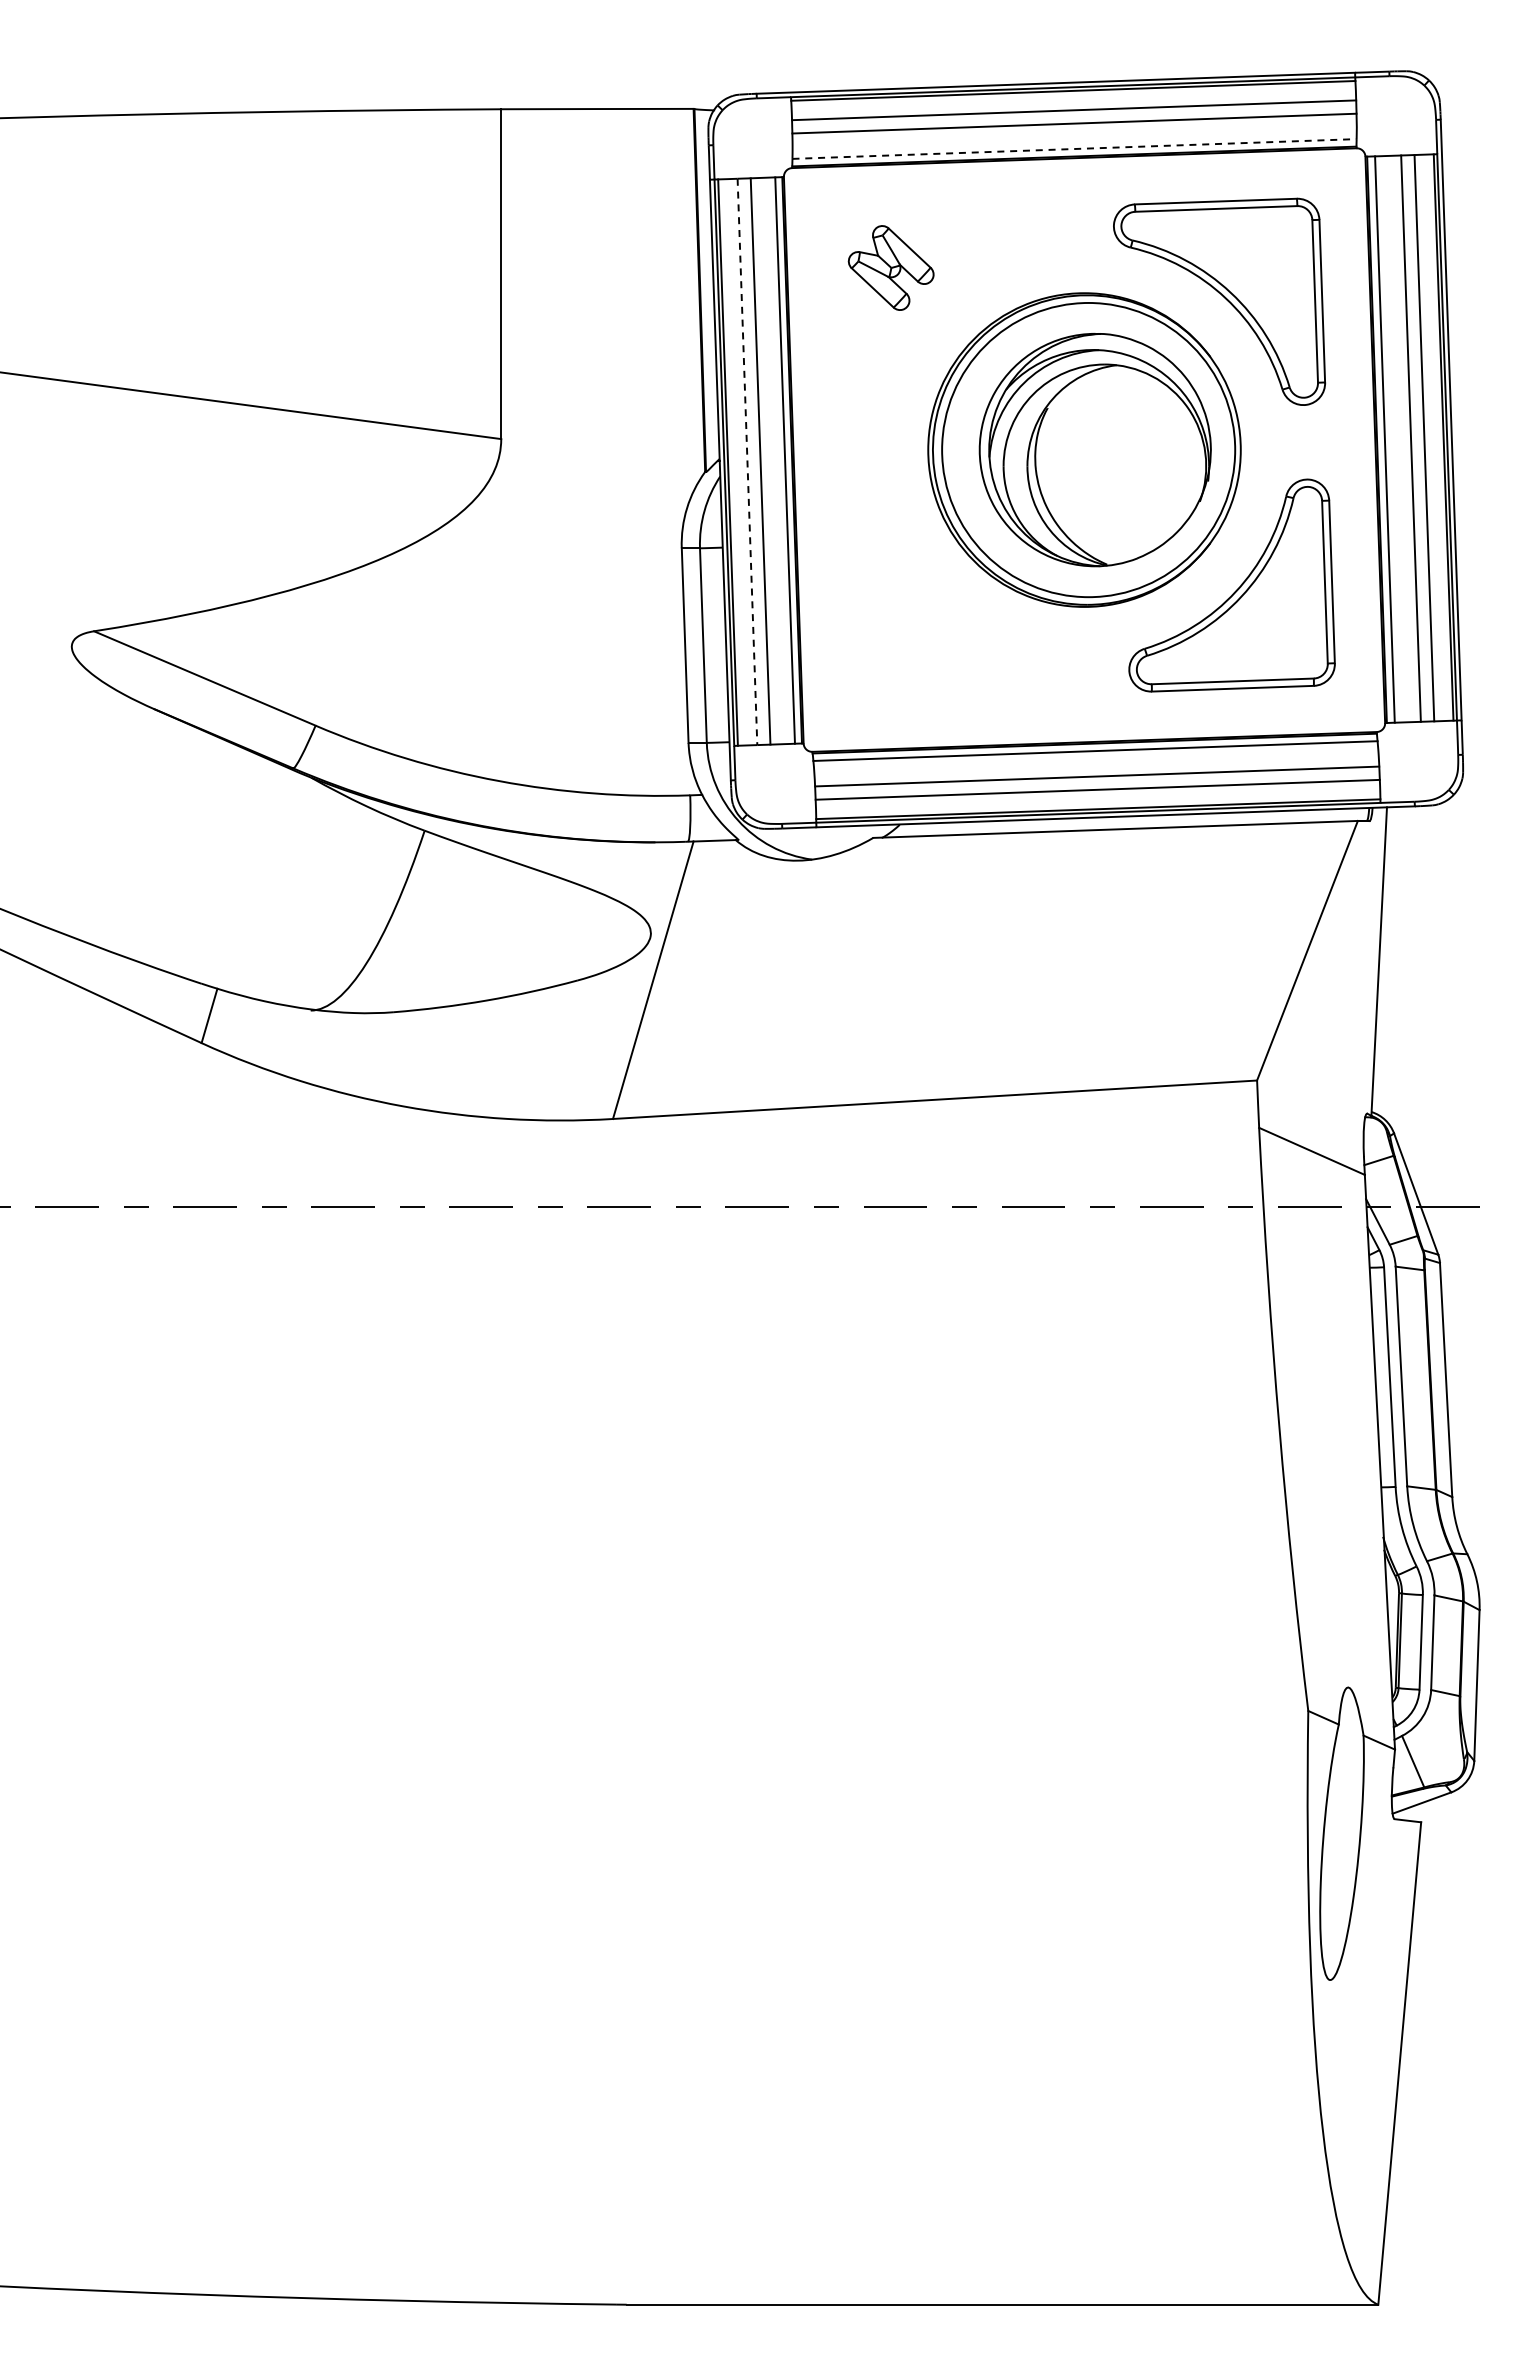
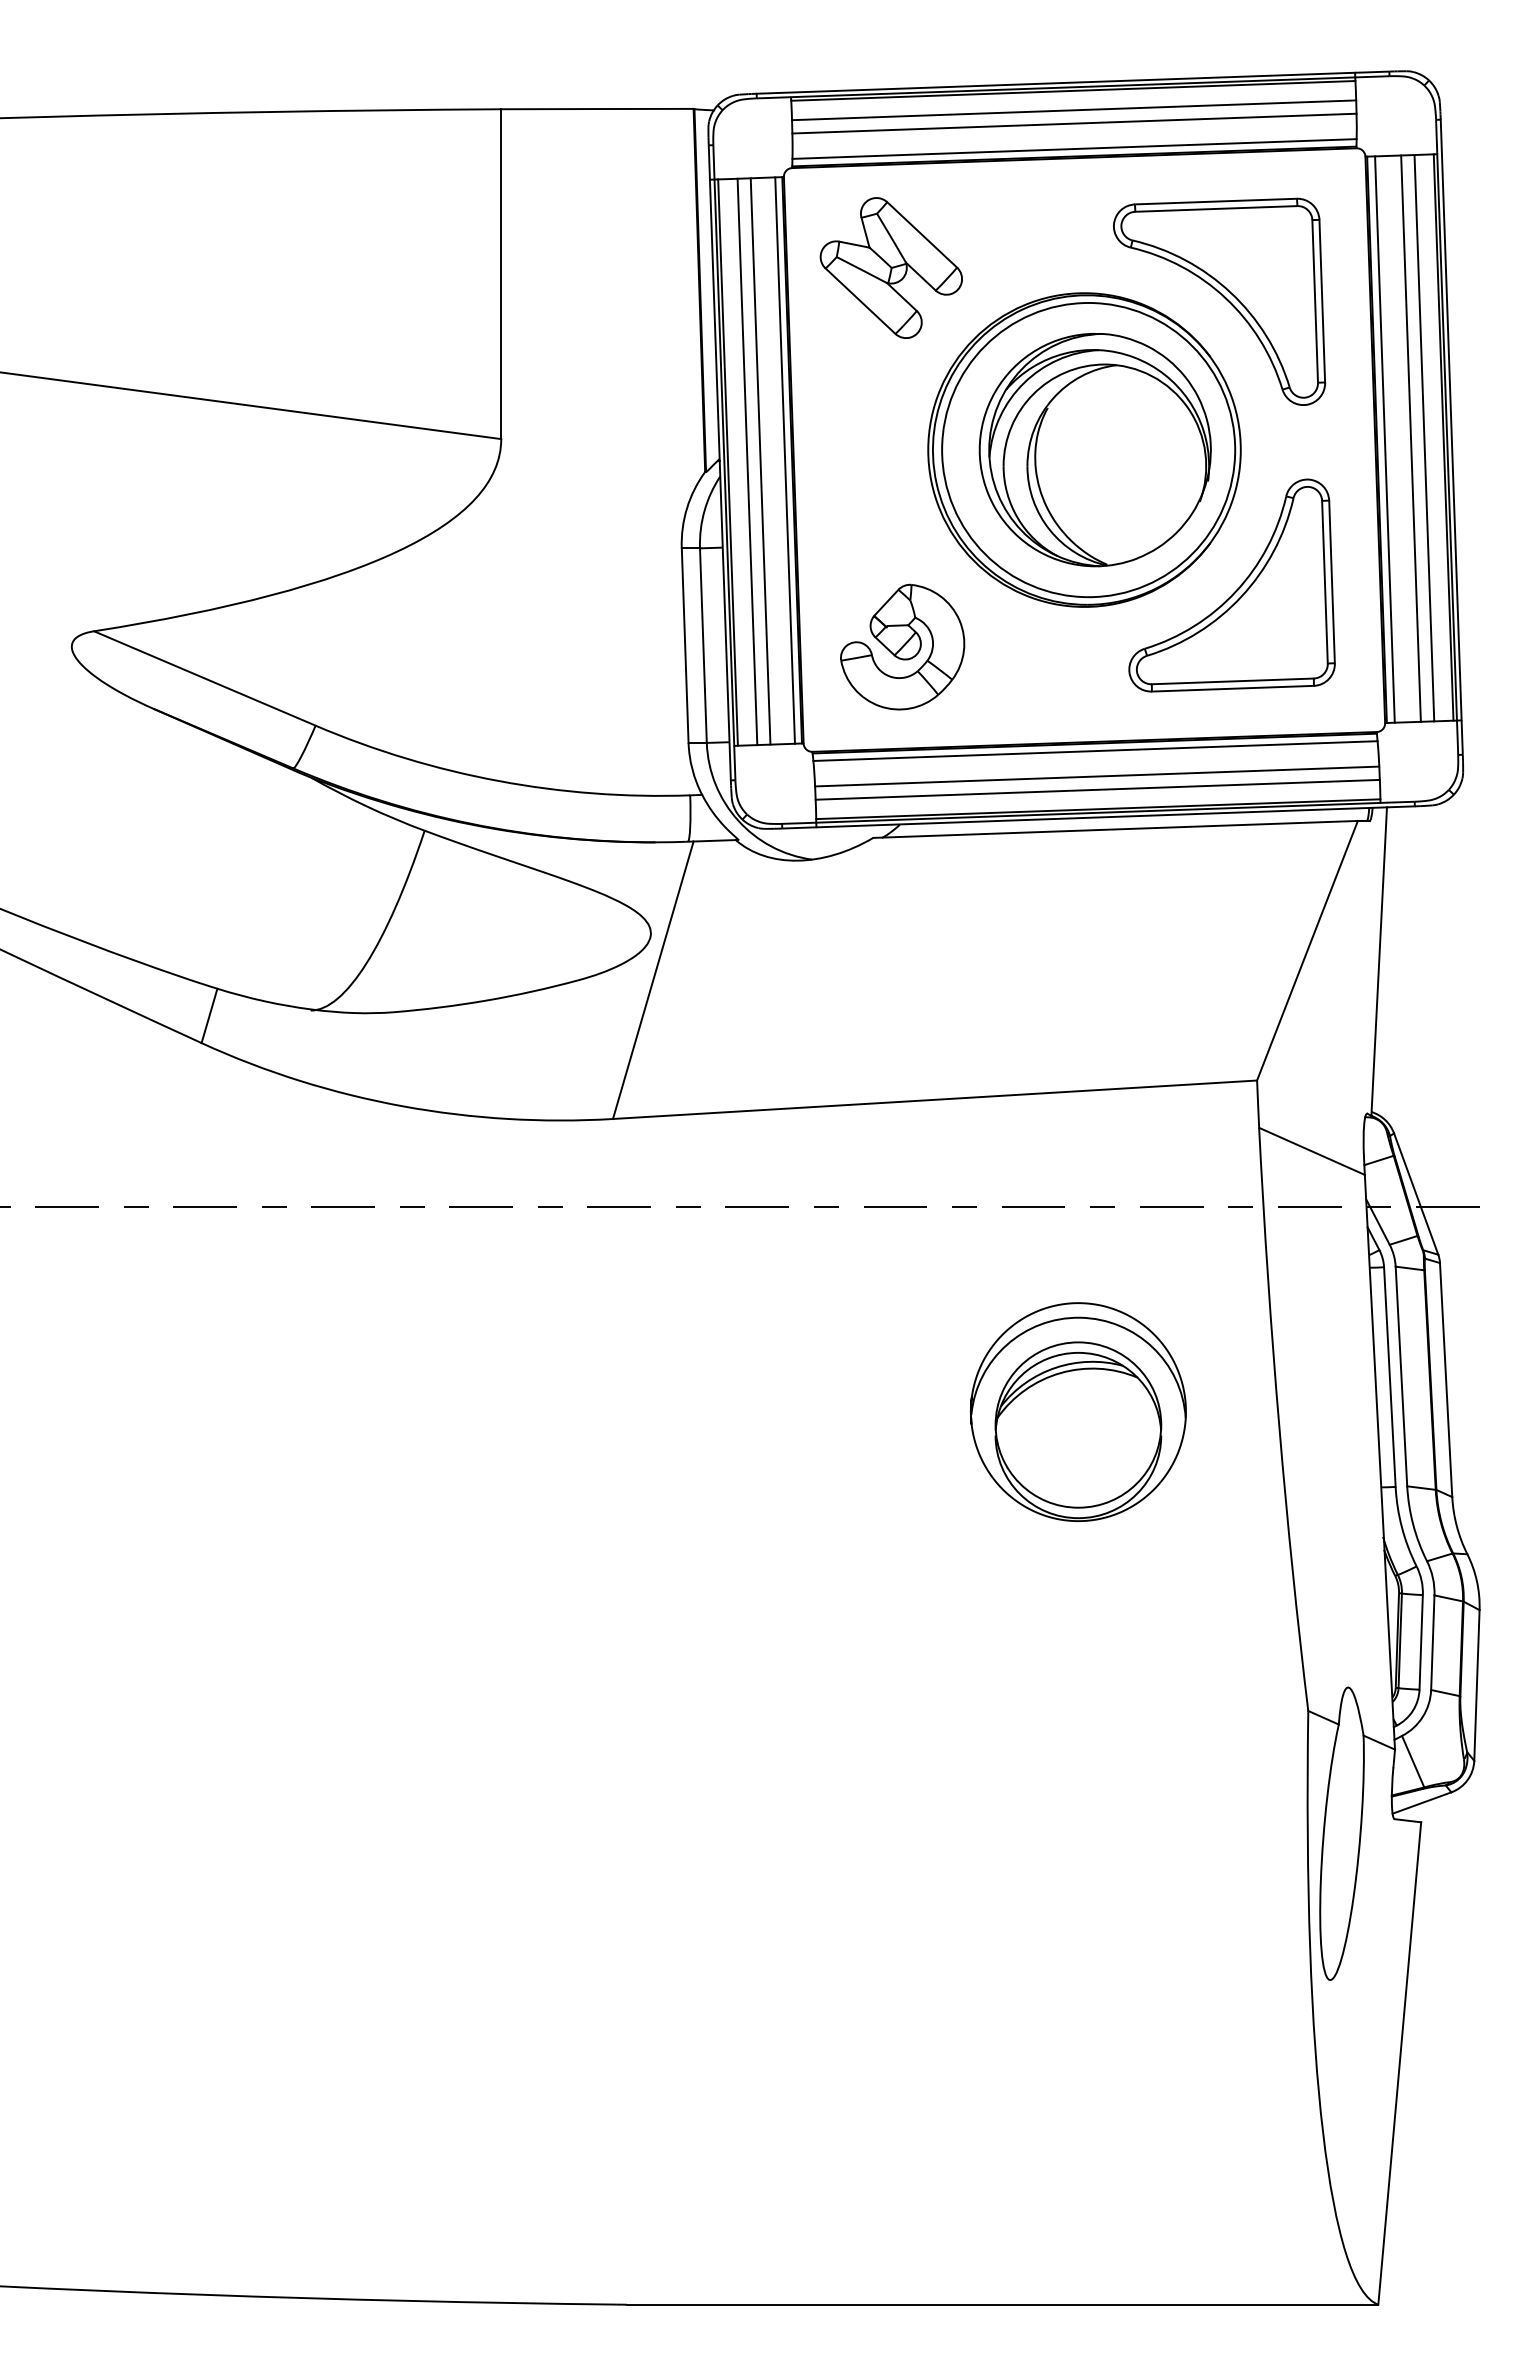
line at (1075, 149): dashed -> solid
part at (890, 267) size: 88x86 px -> 144x142 px
line at (747, 462): dashed -> solid
part at (902, 646): none -> present
part at (1078, 1411): none -> present
